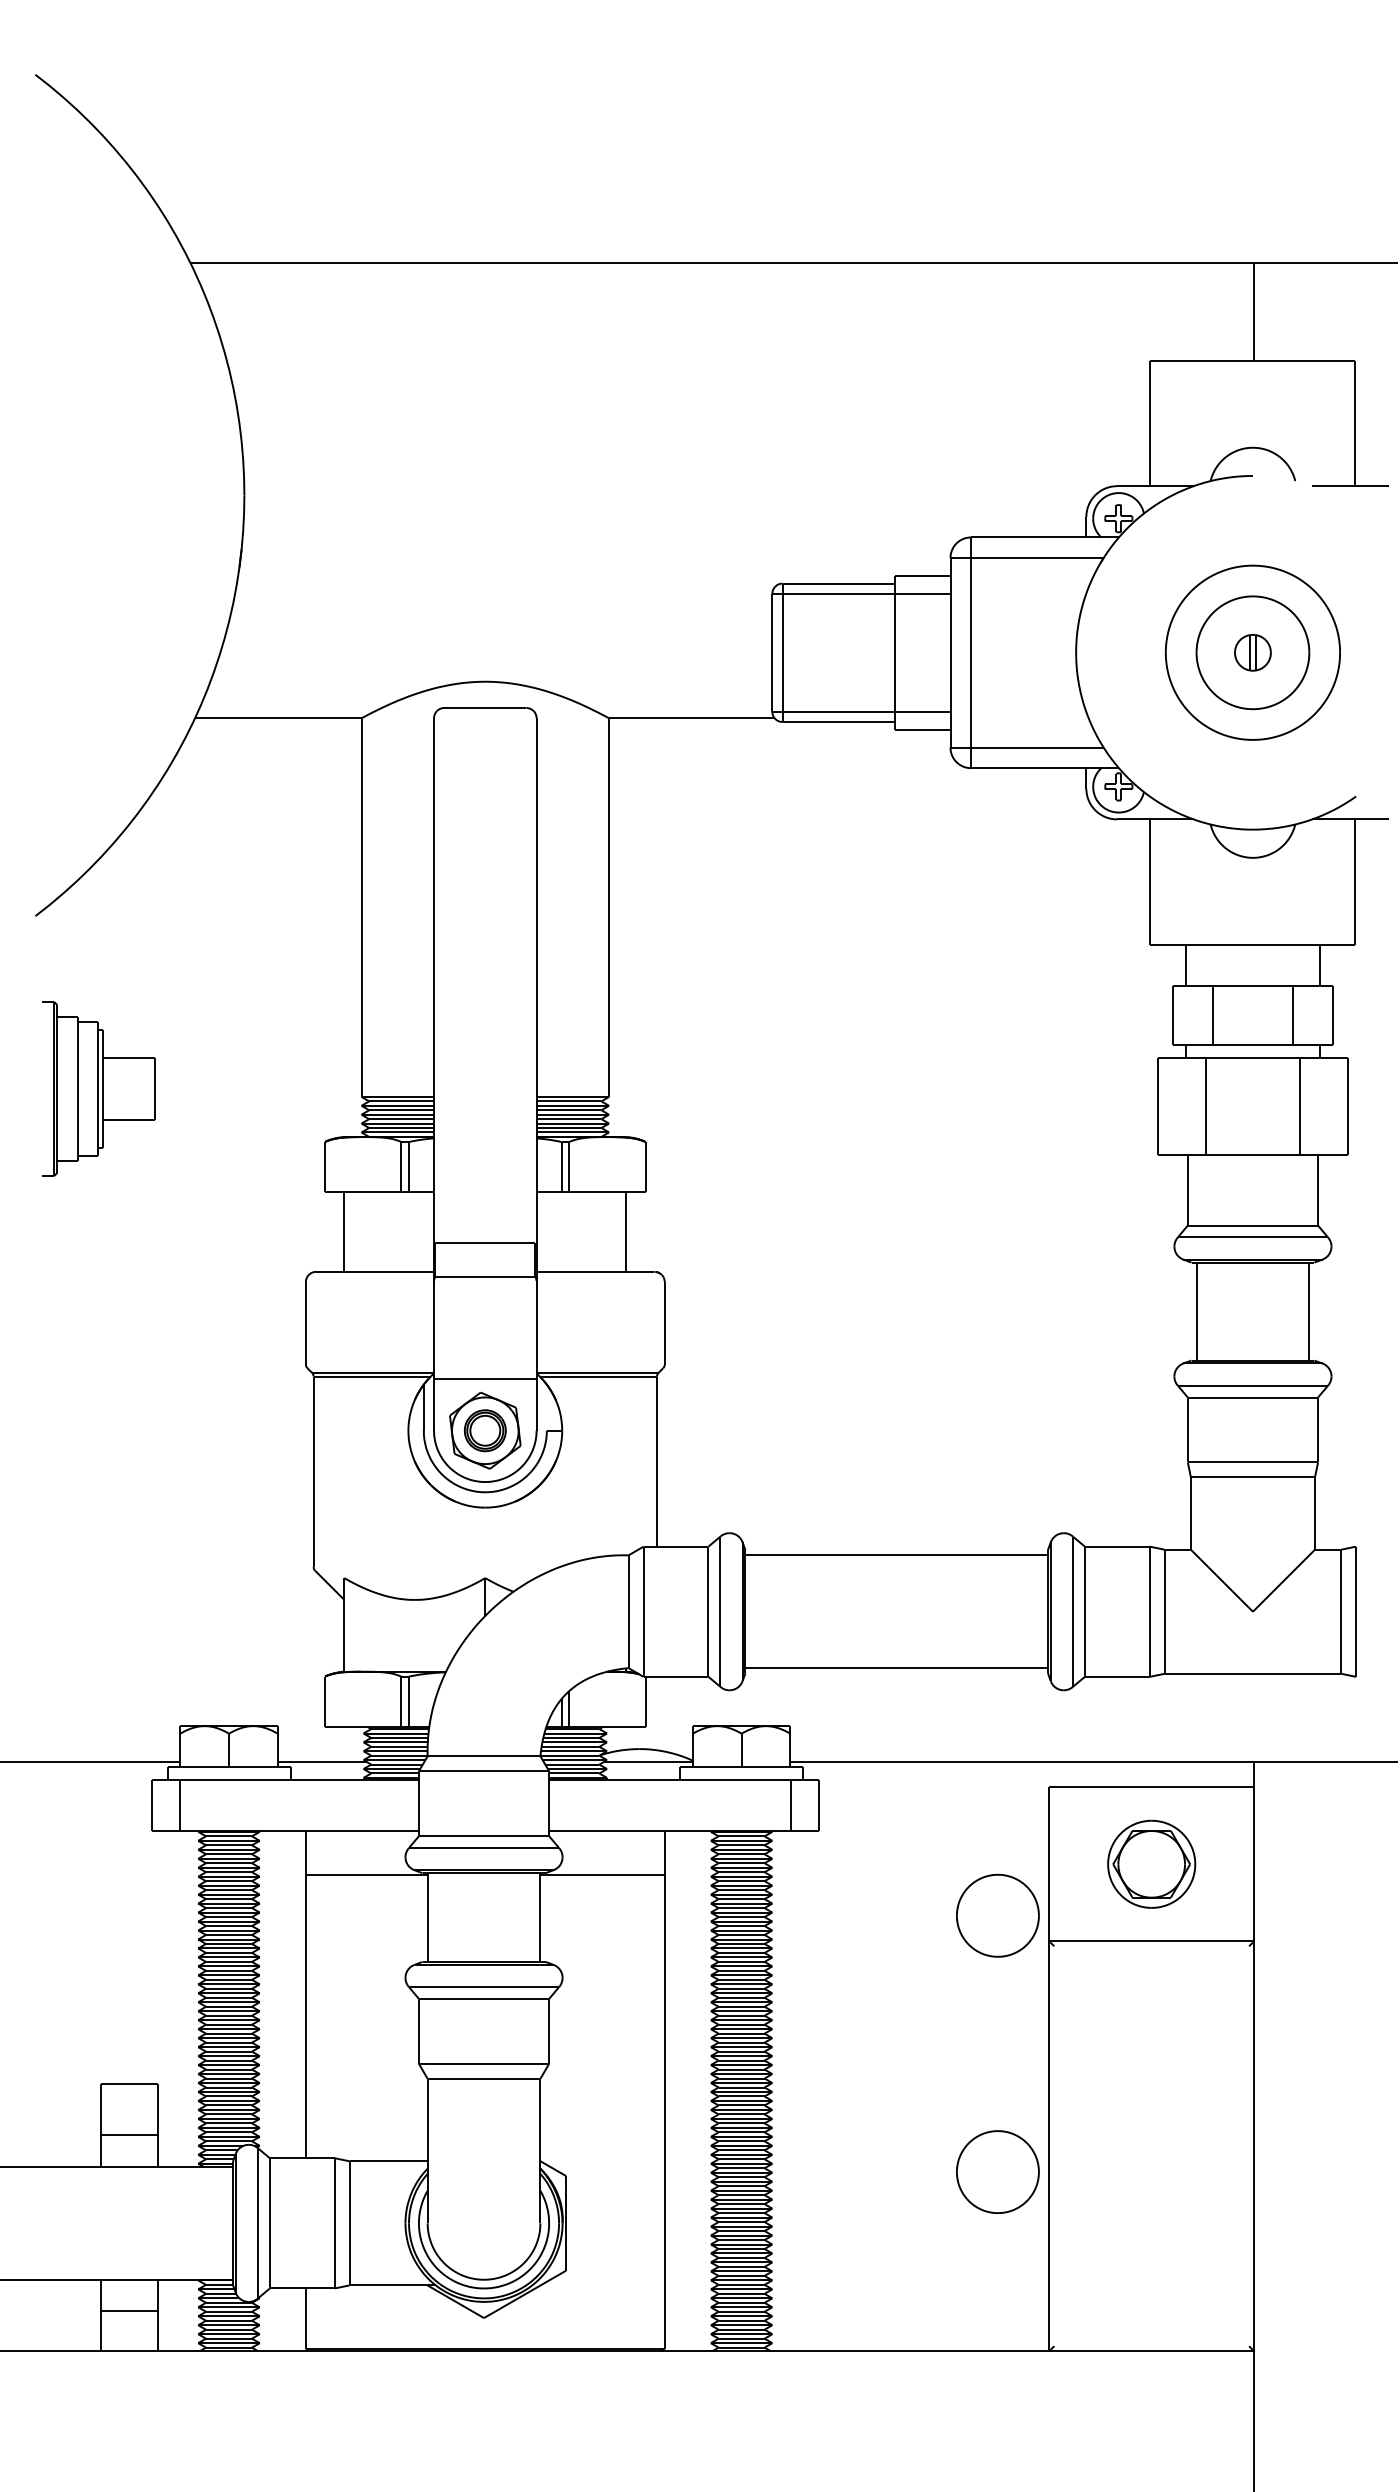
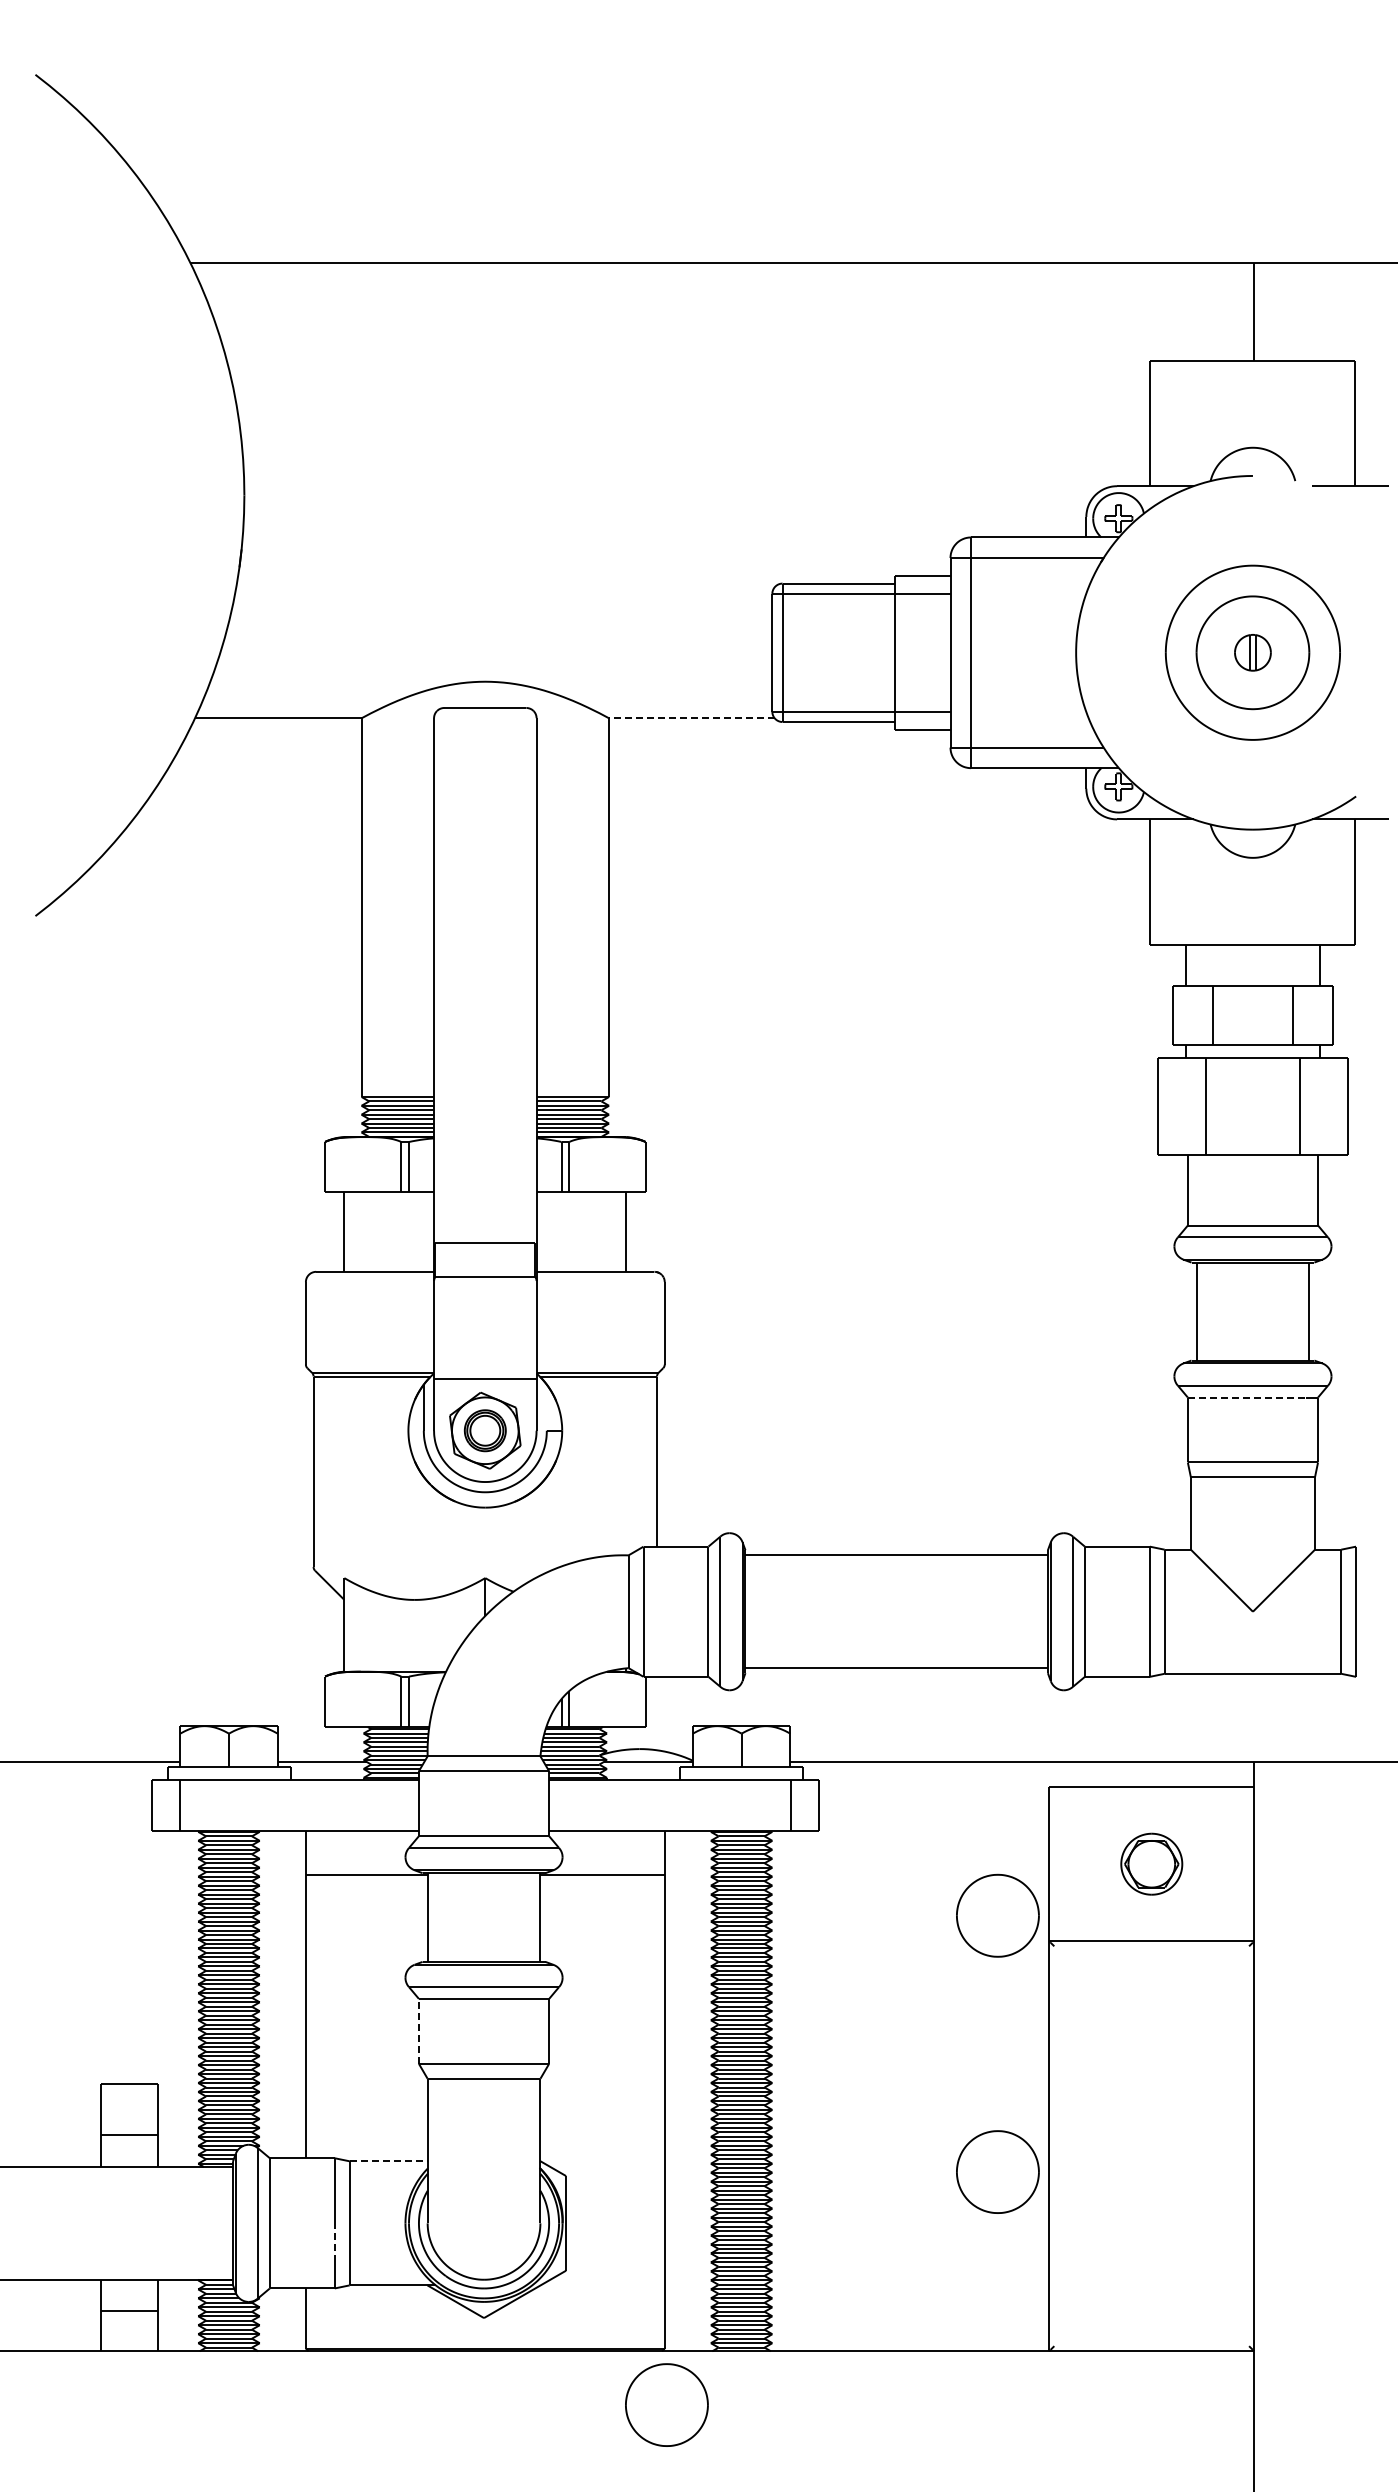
line at (691, 718): solid -> dashed
part at (98, 1088): present -> none
line at (1246, 1397): solid -> dashed
part at (1151, 1863) size: 90x90 px -> 64x64 px
line at (418, 2030): solid -> dashed
line at (388, 2161): solid -> dashed
line at (334, 2242): solid -> dashed
part at (666, 2404): none -> present
